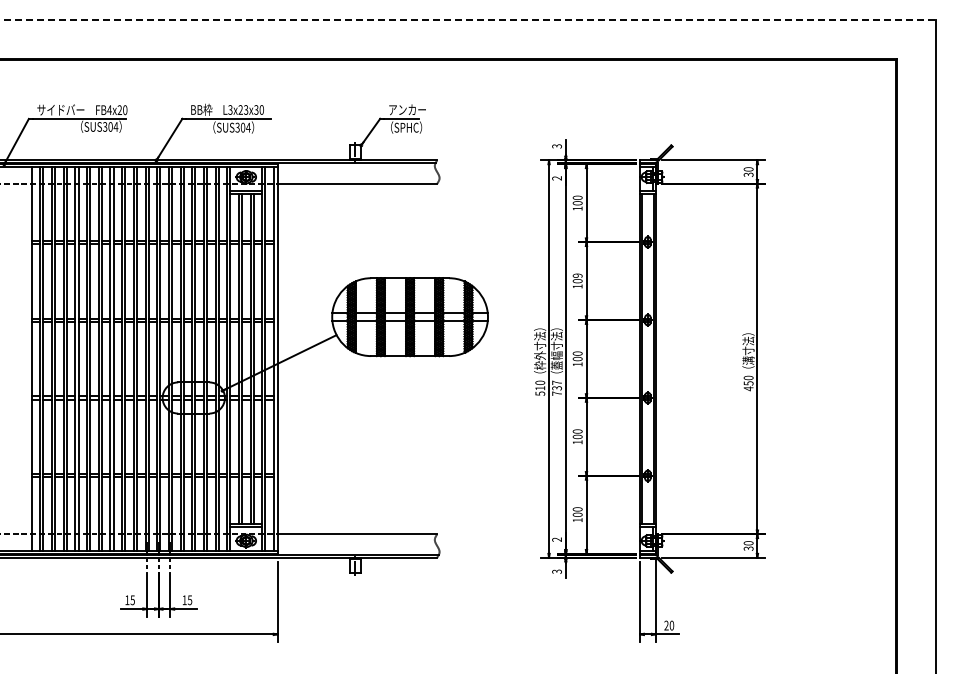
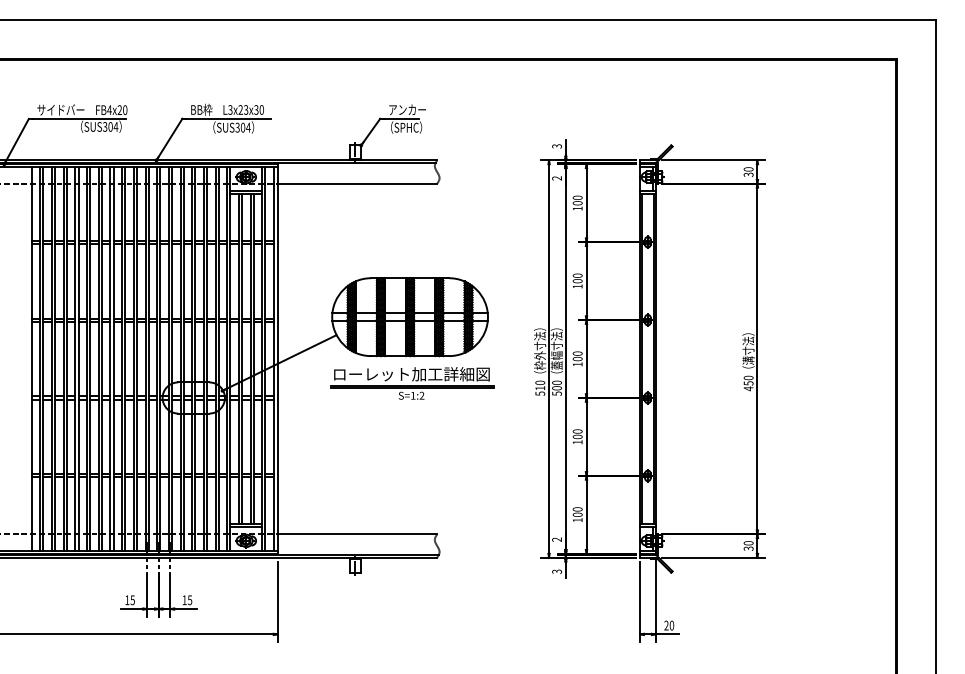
line at (468, 20): dashed -> solid
text at (577, 275): 109 -> 100
part at (412, 383): none -> present
text at (556, 387): 737 -> 500
